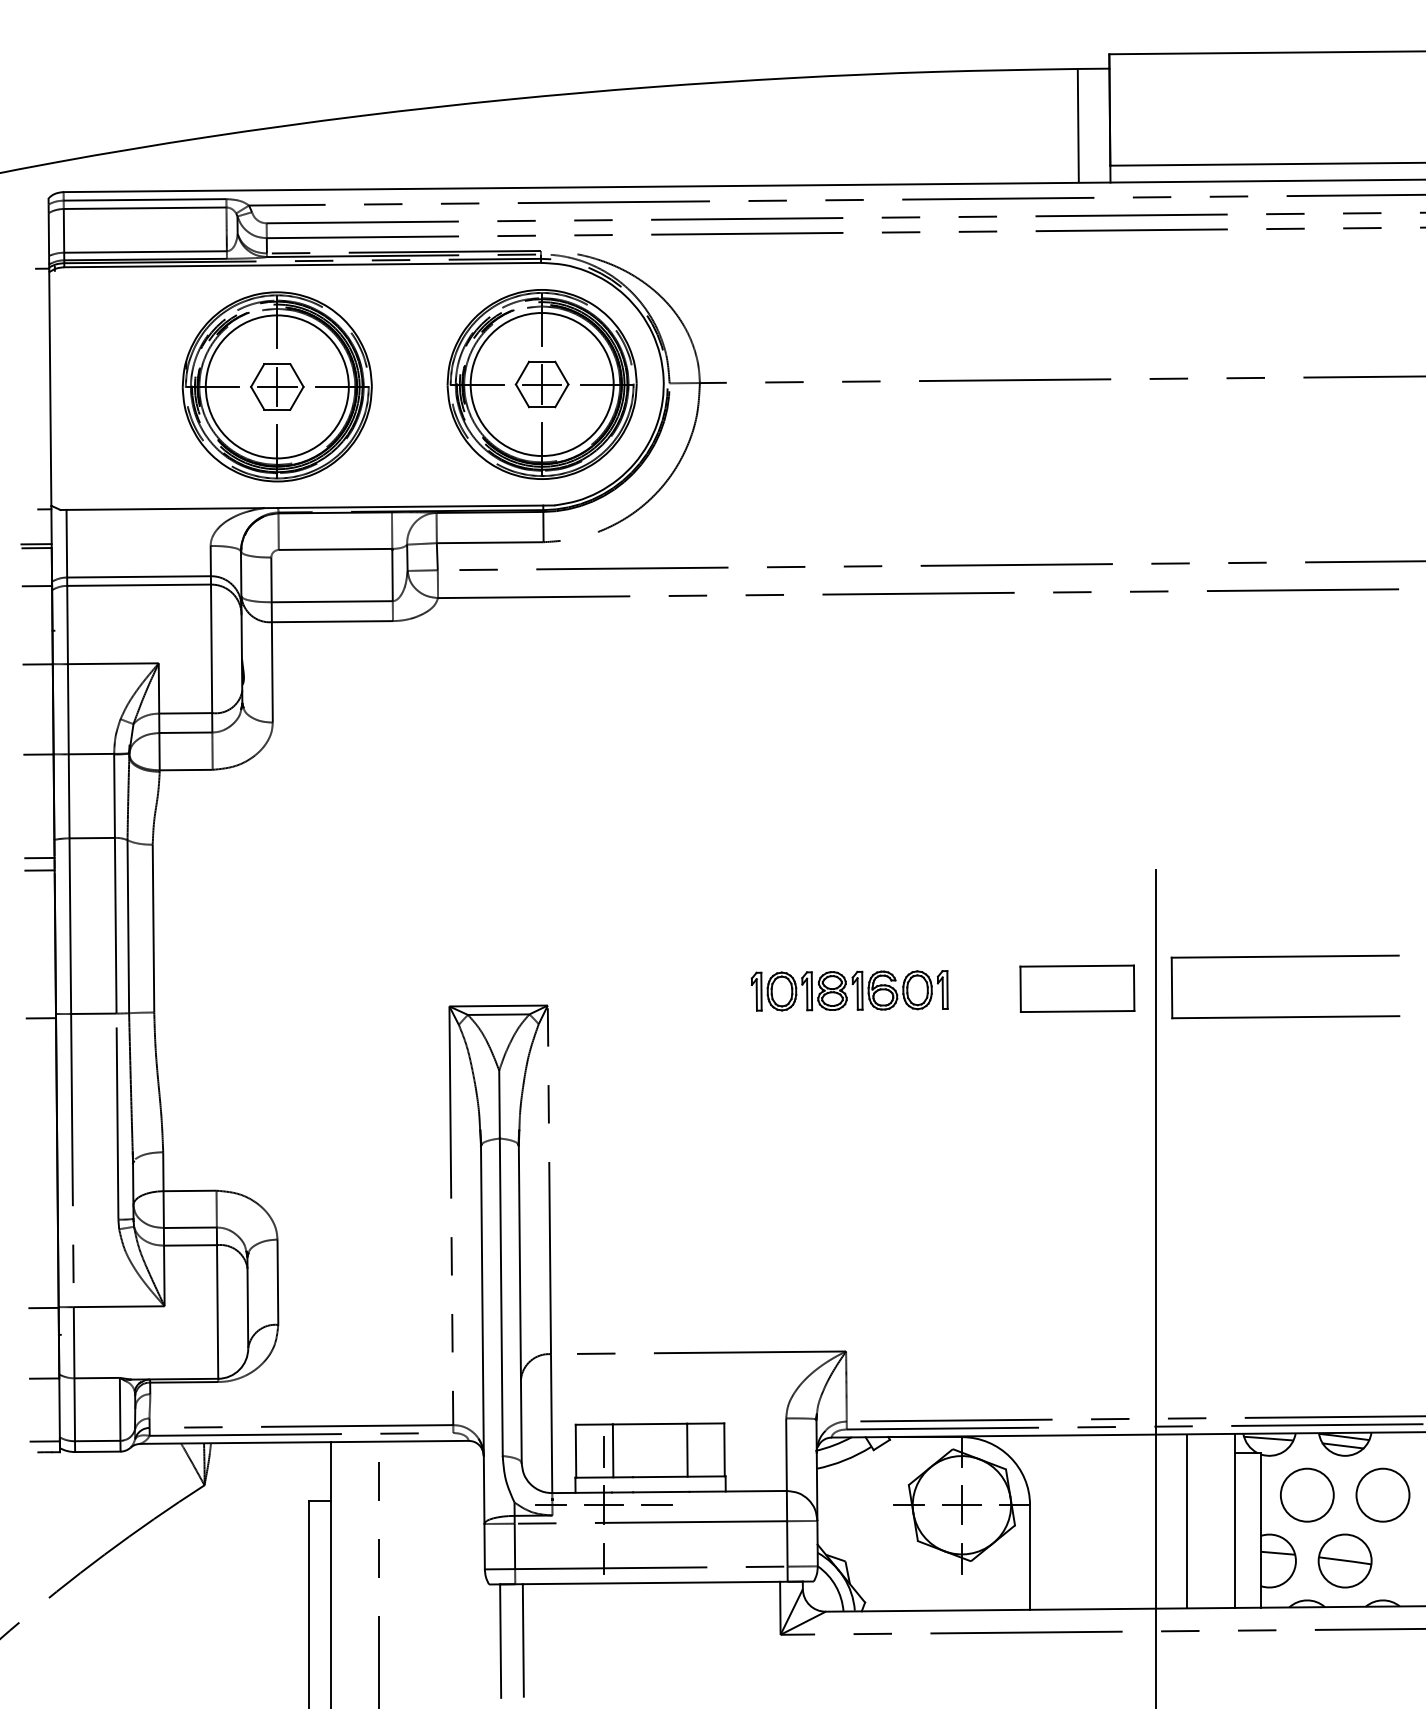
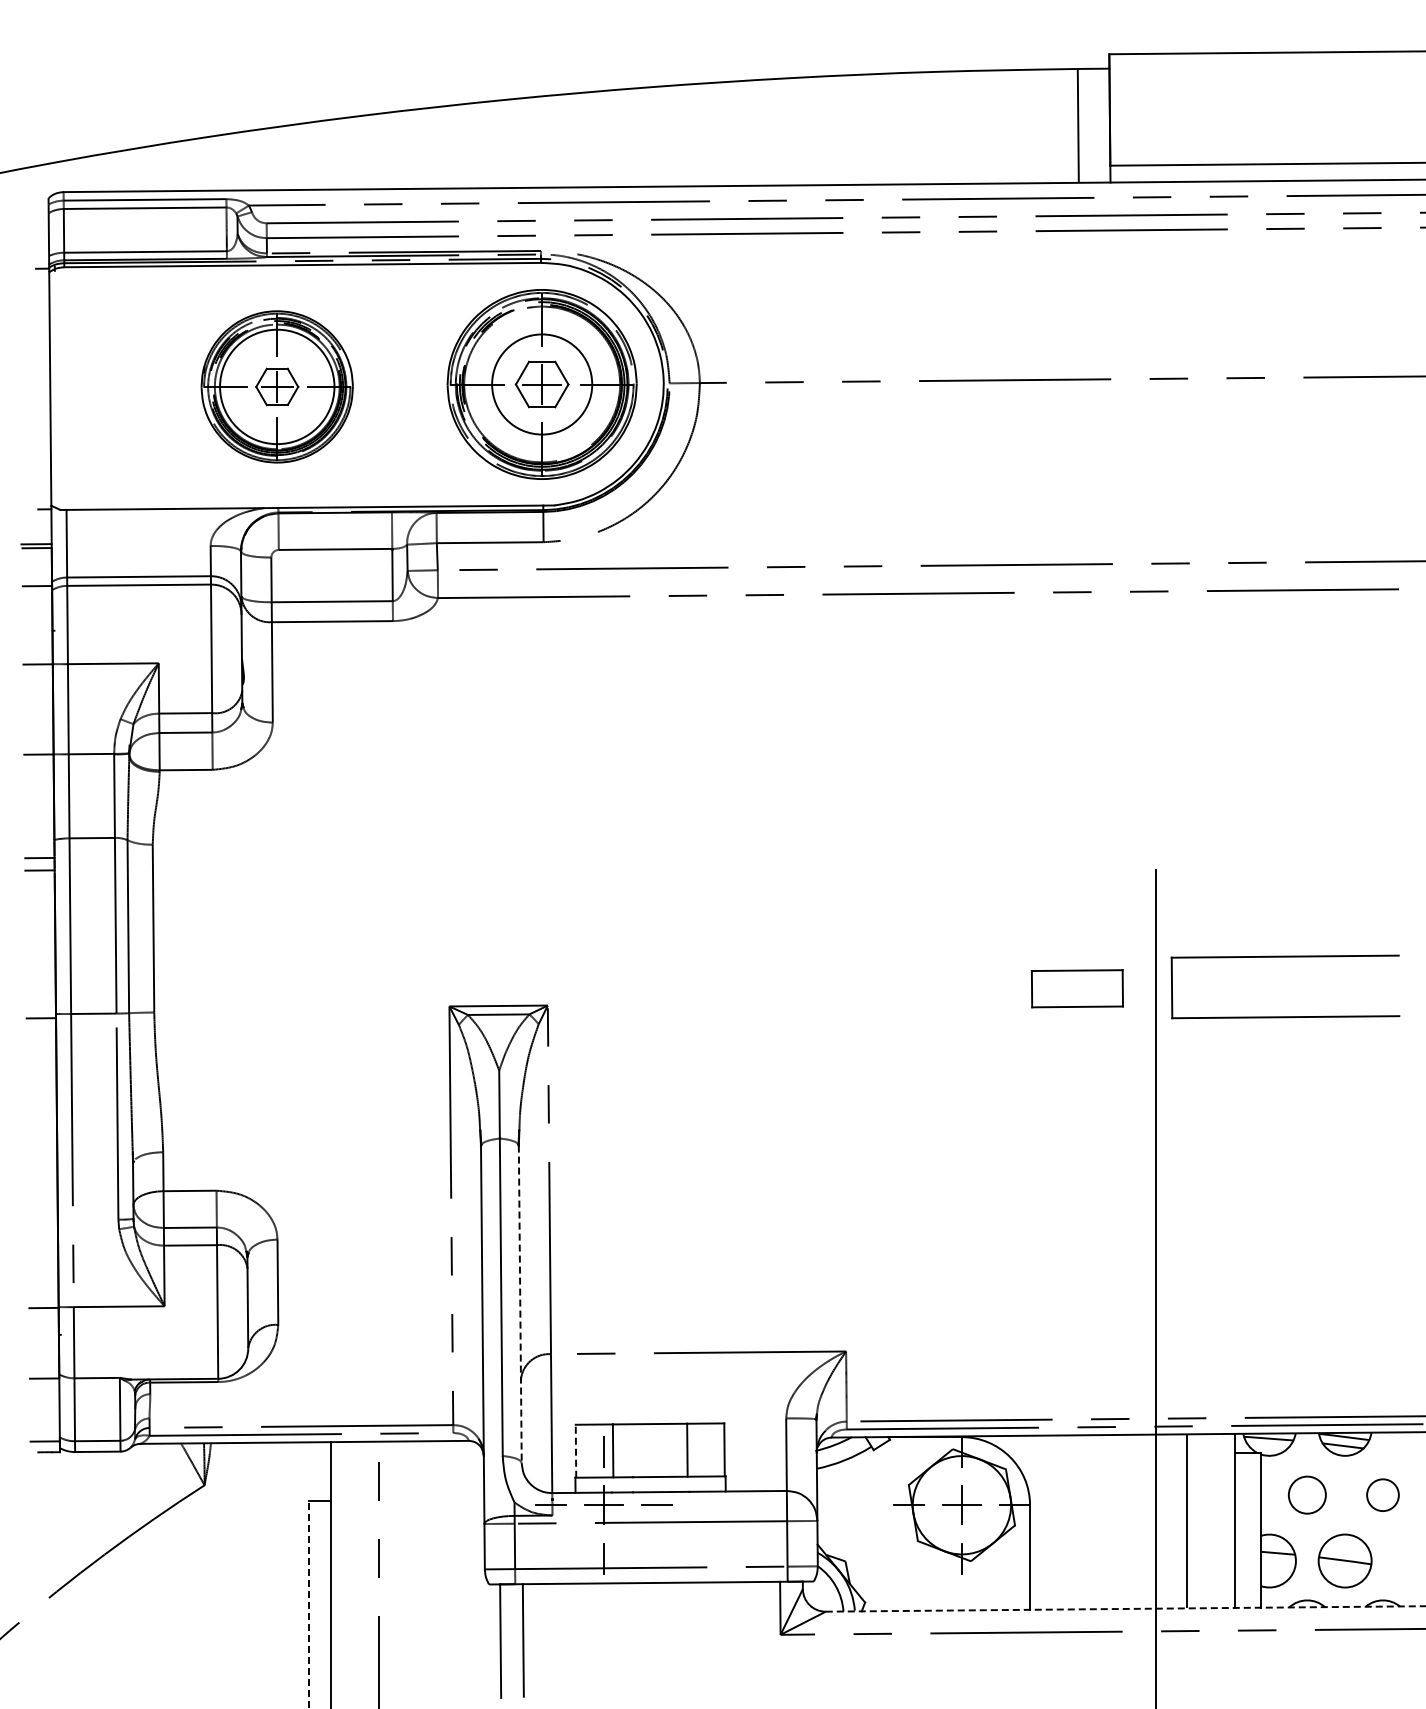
circle at (541, 384) diameter: 143 px -> 100 px
part at (276, 386) size: 192x192 px -> 154x154 px
part at (1077, 988) size: 117x49 px -> 94x40 px
part at (849, 990): present -> none
line at (520, 1304): solid -> dashed
line at (576, 1450): solid -> dashed
circle at (1307, 1494) size: 55x56 px -> 39x40 px
circle at (1382, 1494) diameter: 53 px -> 32 px
line at (308, 1605): solid -> dashed
line at (1125, 1608): solid -> dashed
